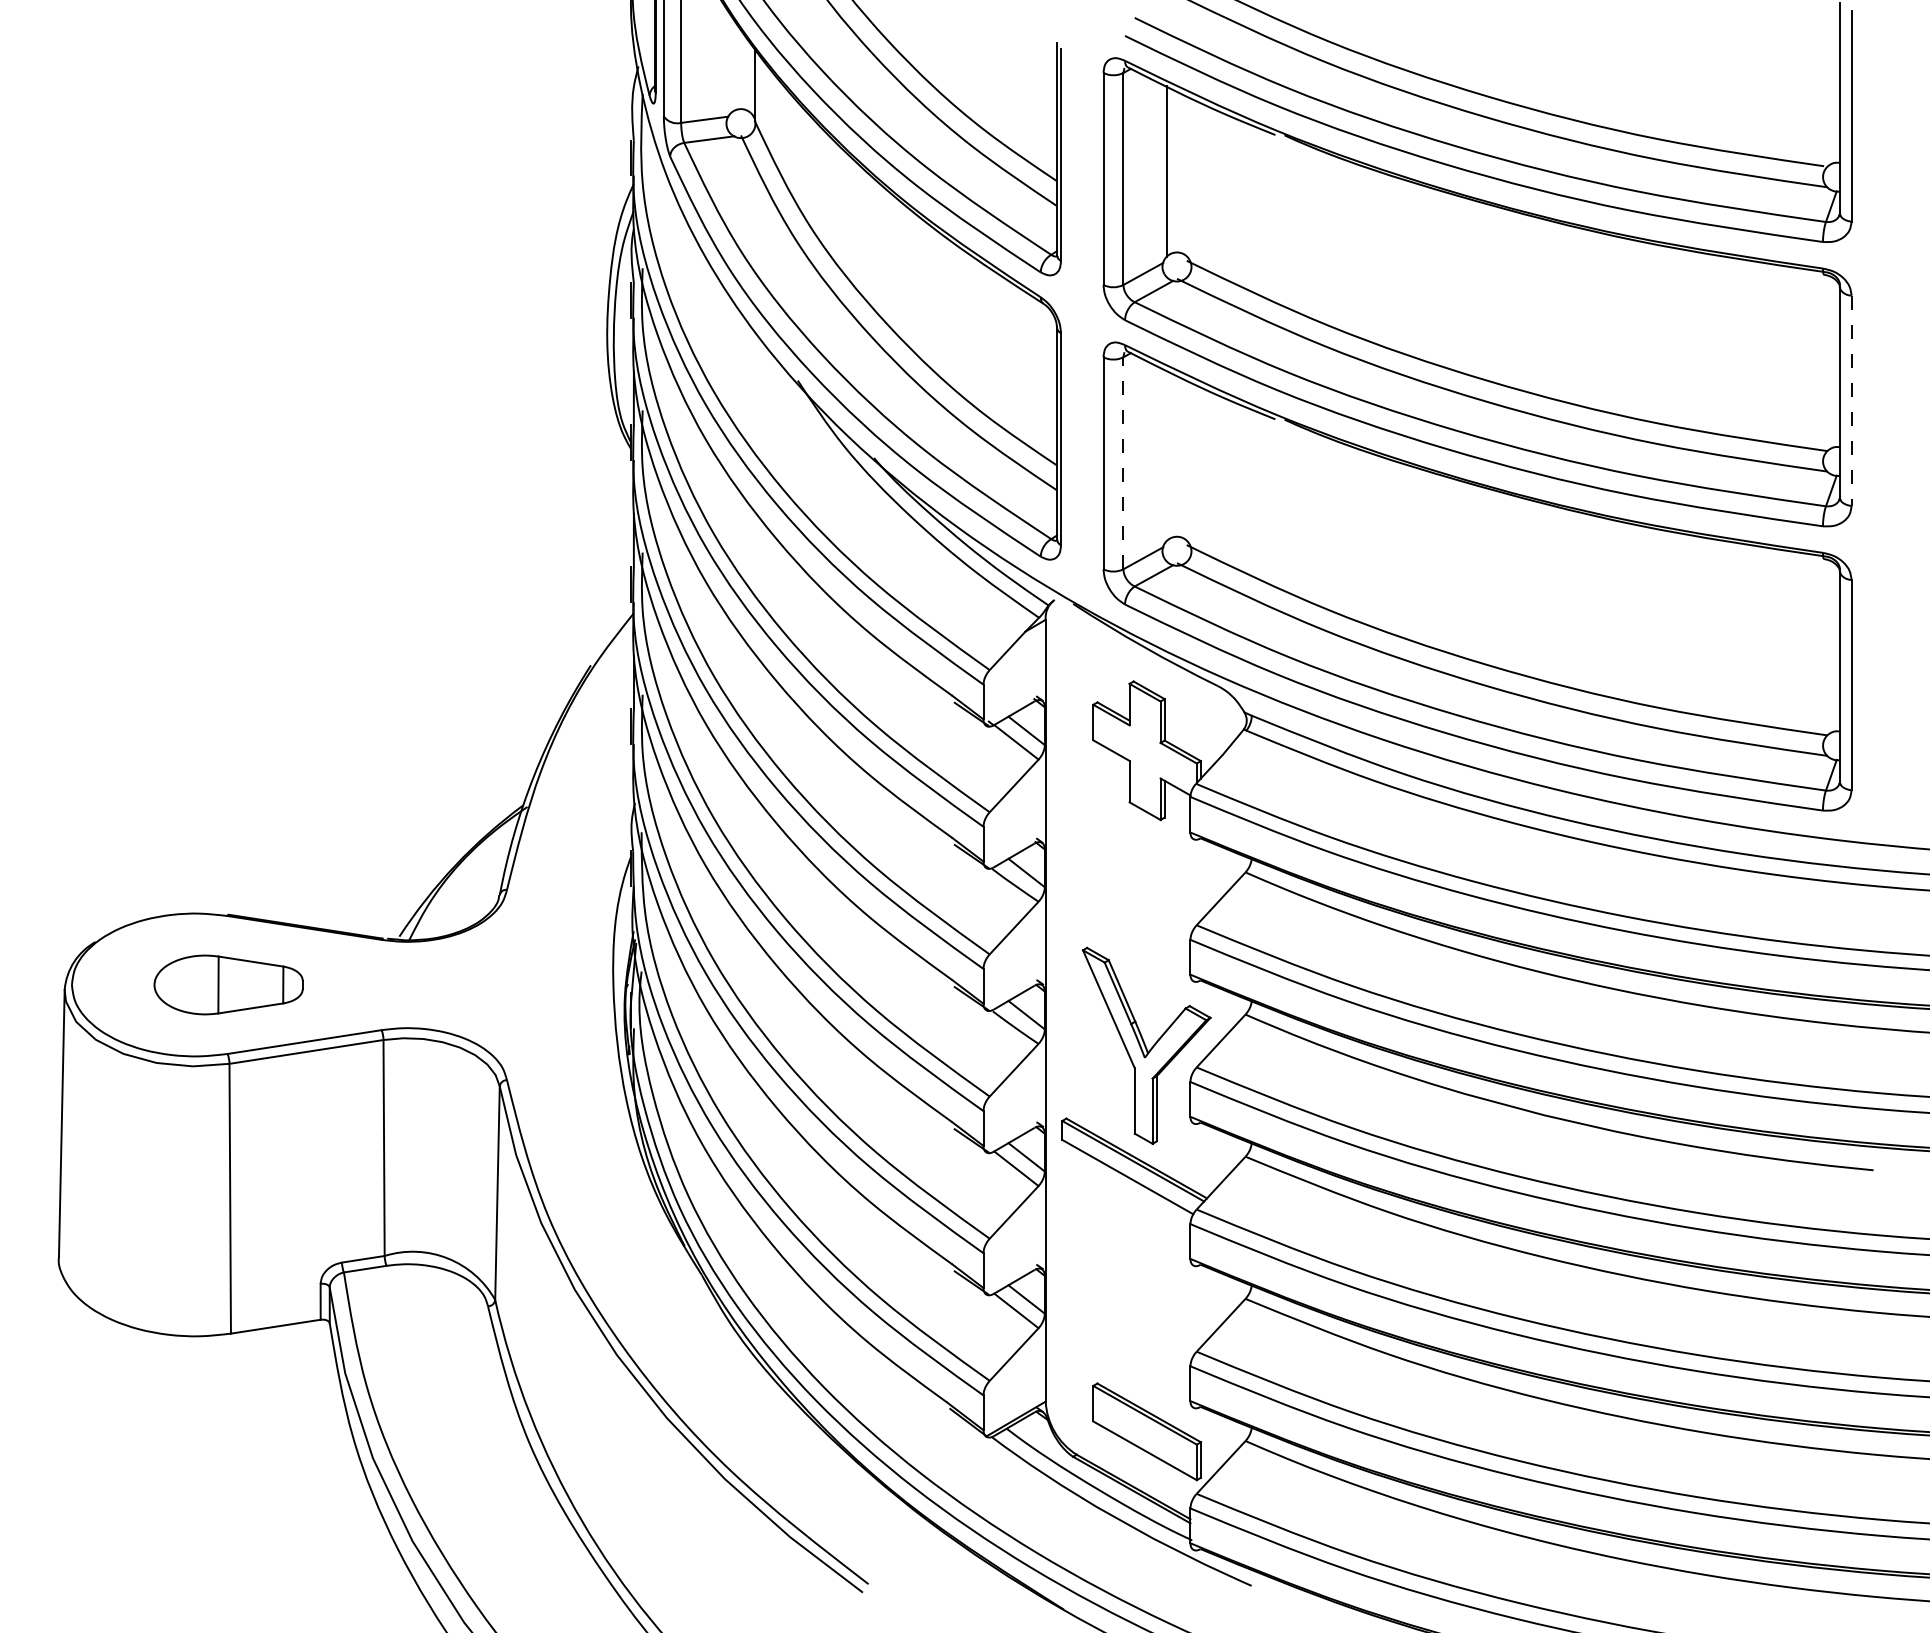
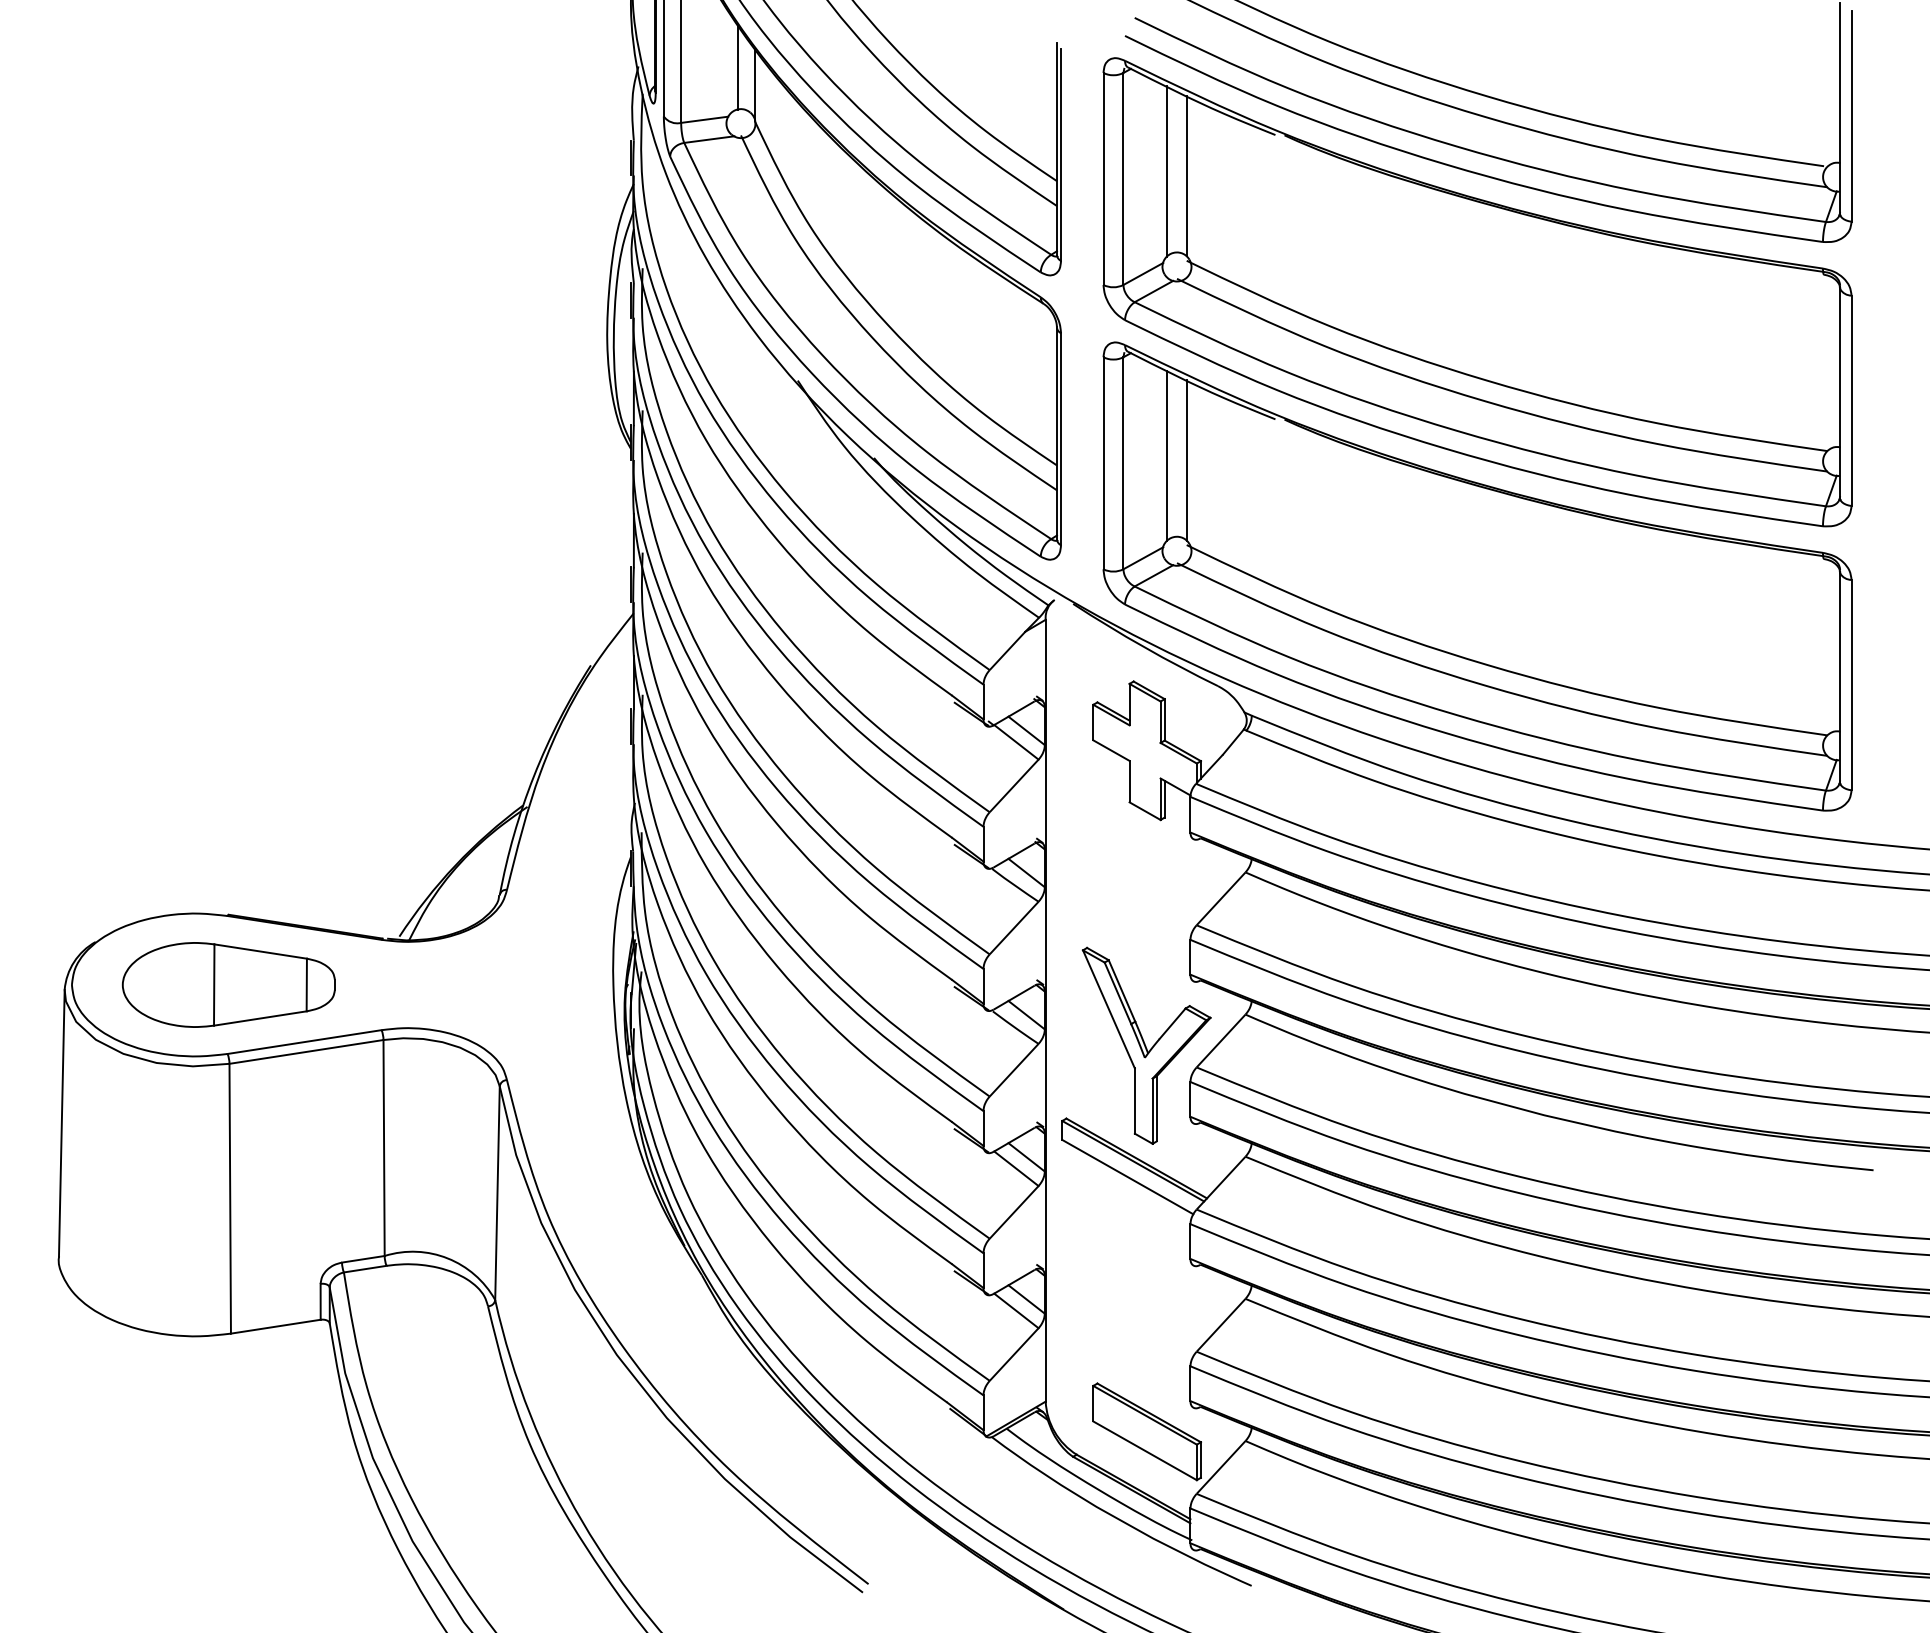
line at (737, 67): none -> present
line at (1186, 175): none -> present
line at (1851, 401): dashed -> solid
line at (1167, 455): none -> present
line at (1186, 460): none -> present
line at (1123, 462): dashed -> solid
part at (228, 984) size: 151x62 px -> 215x86 px
